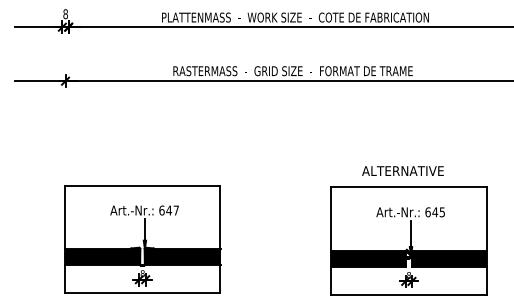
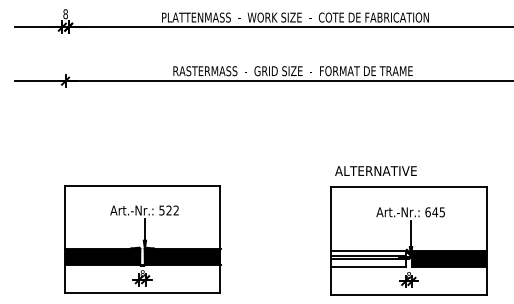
text at (402, 170) position: (402, 170) -> (375, 170)
text at (168, 210): 647 -> 522
fill at (368, 258): present -> none
